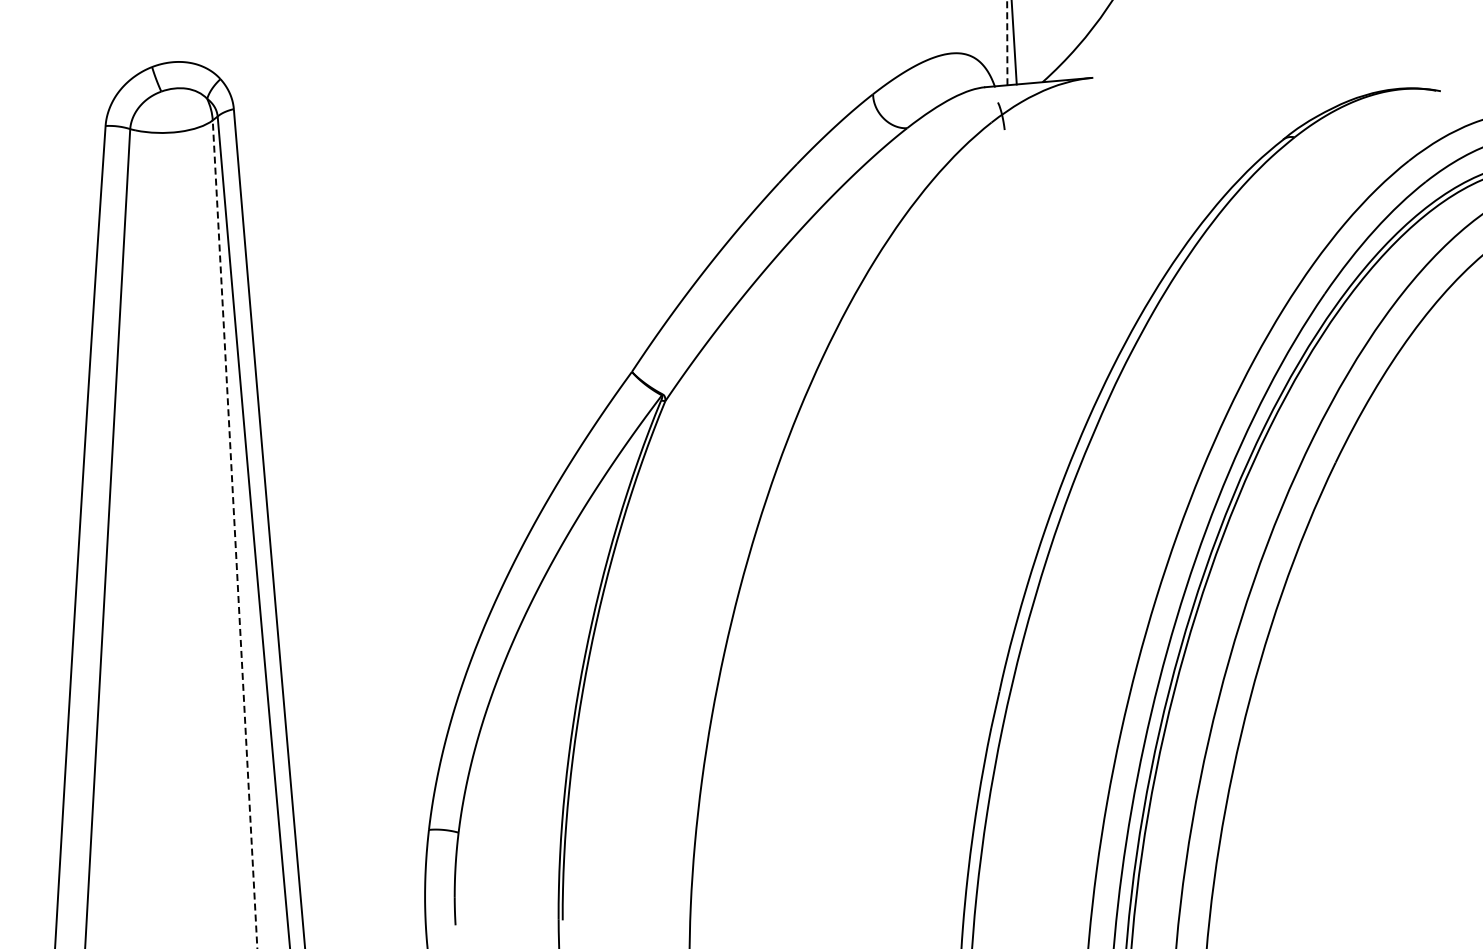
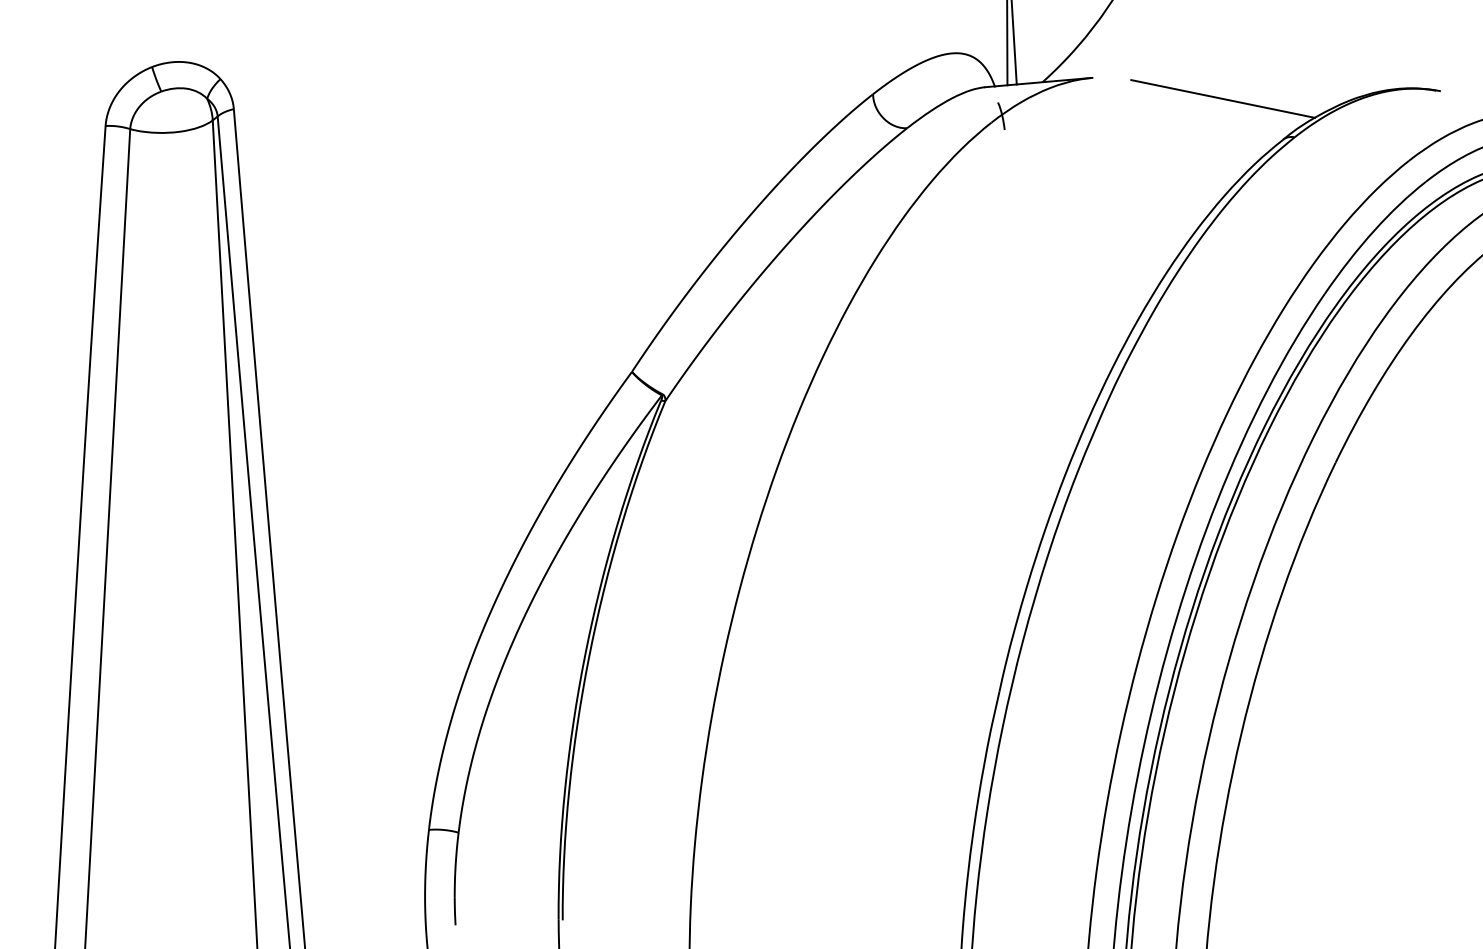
line at (1007, 42): dashed -> solid
line at (1223, 98): none -> present
line at (235, 534): dashed -> solid
